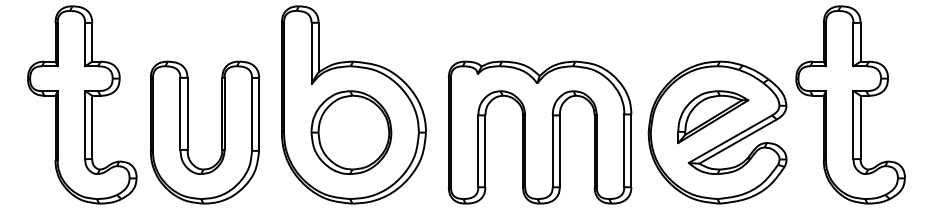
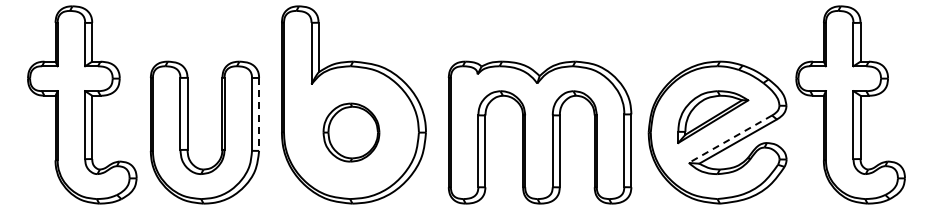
line at (259, 114): solid -> dashed
part at (351, 132) size: 83x85 px -> 59x61 px
line at (730, 139): solid -> dashed
